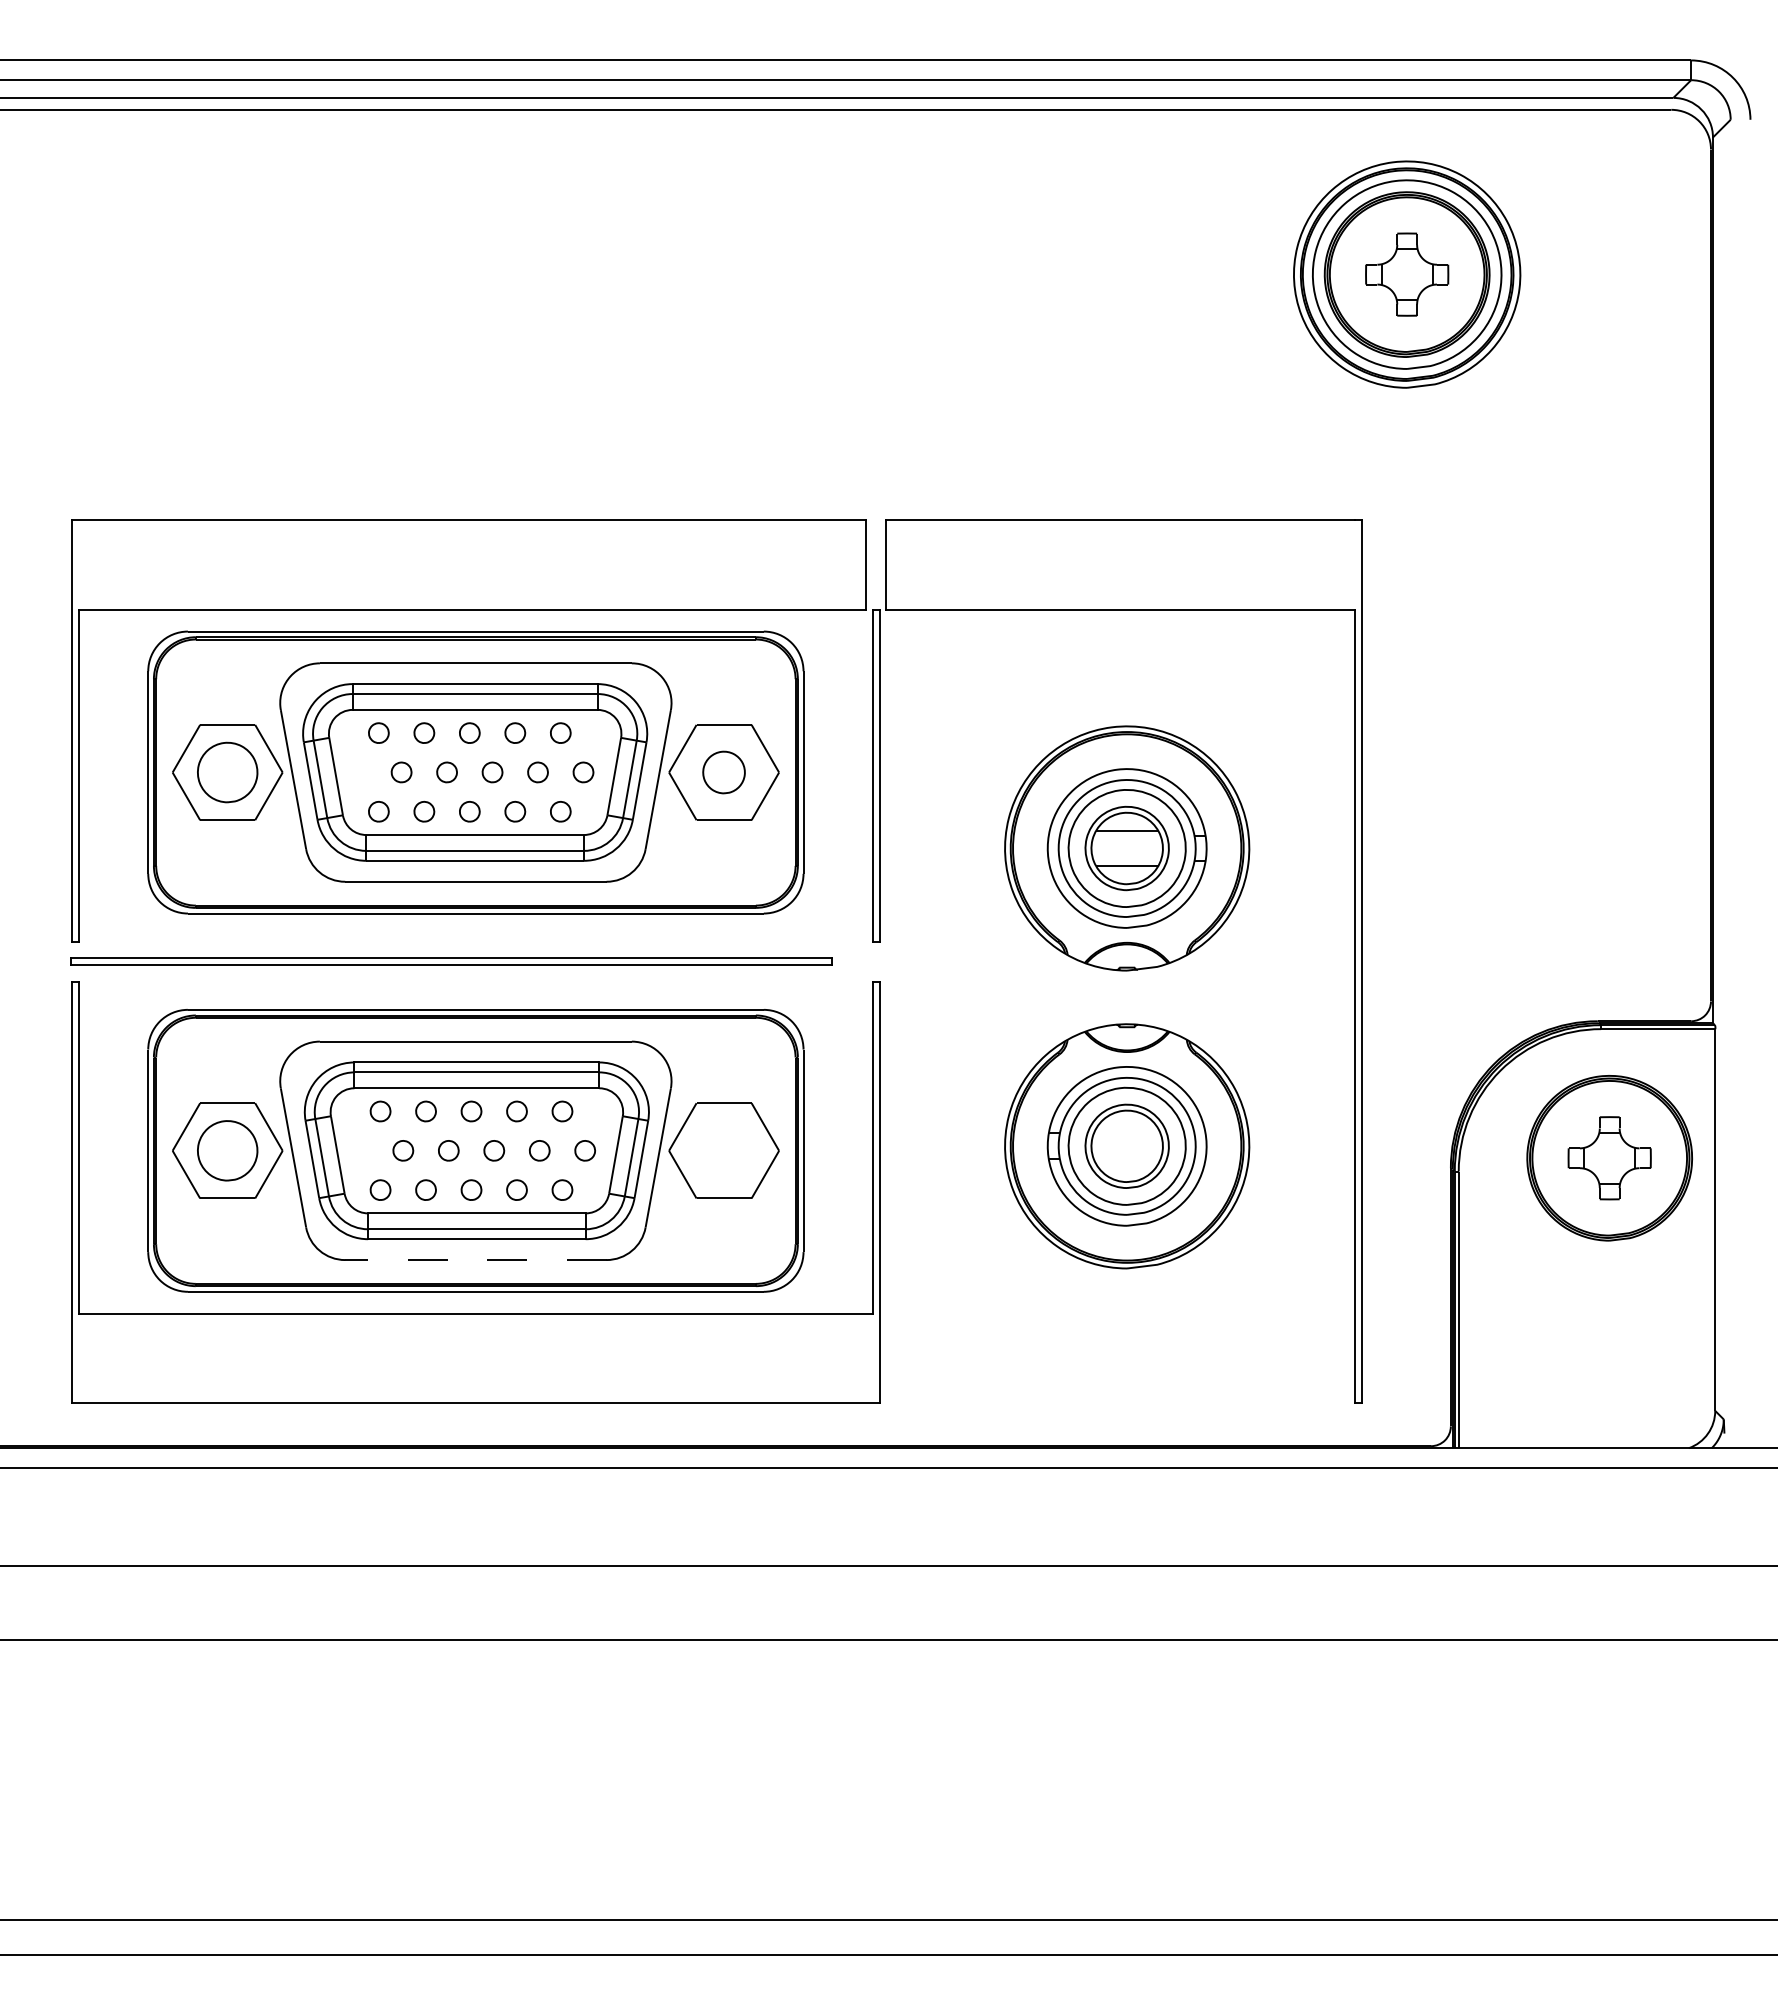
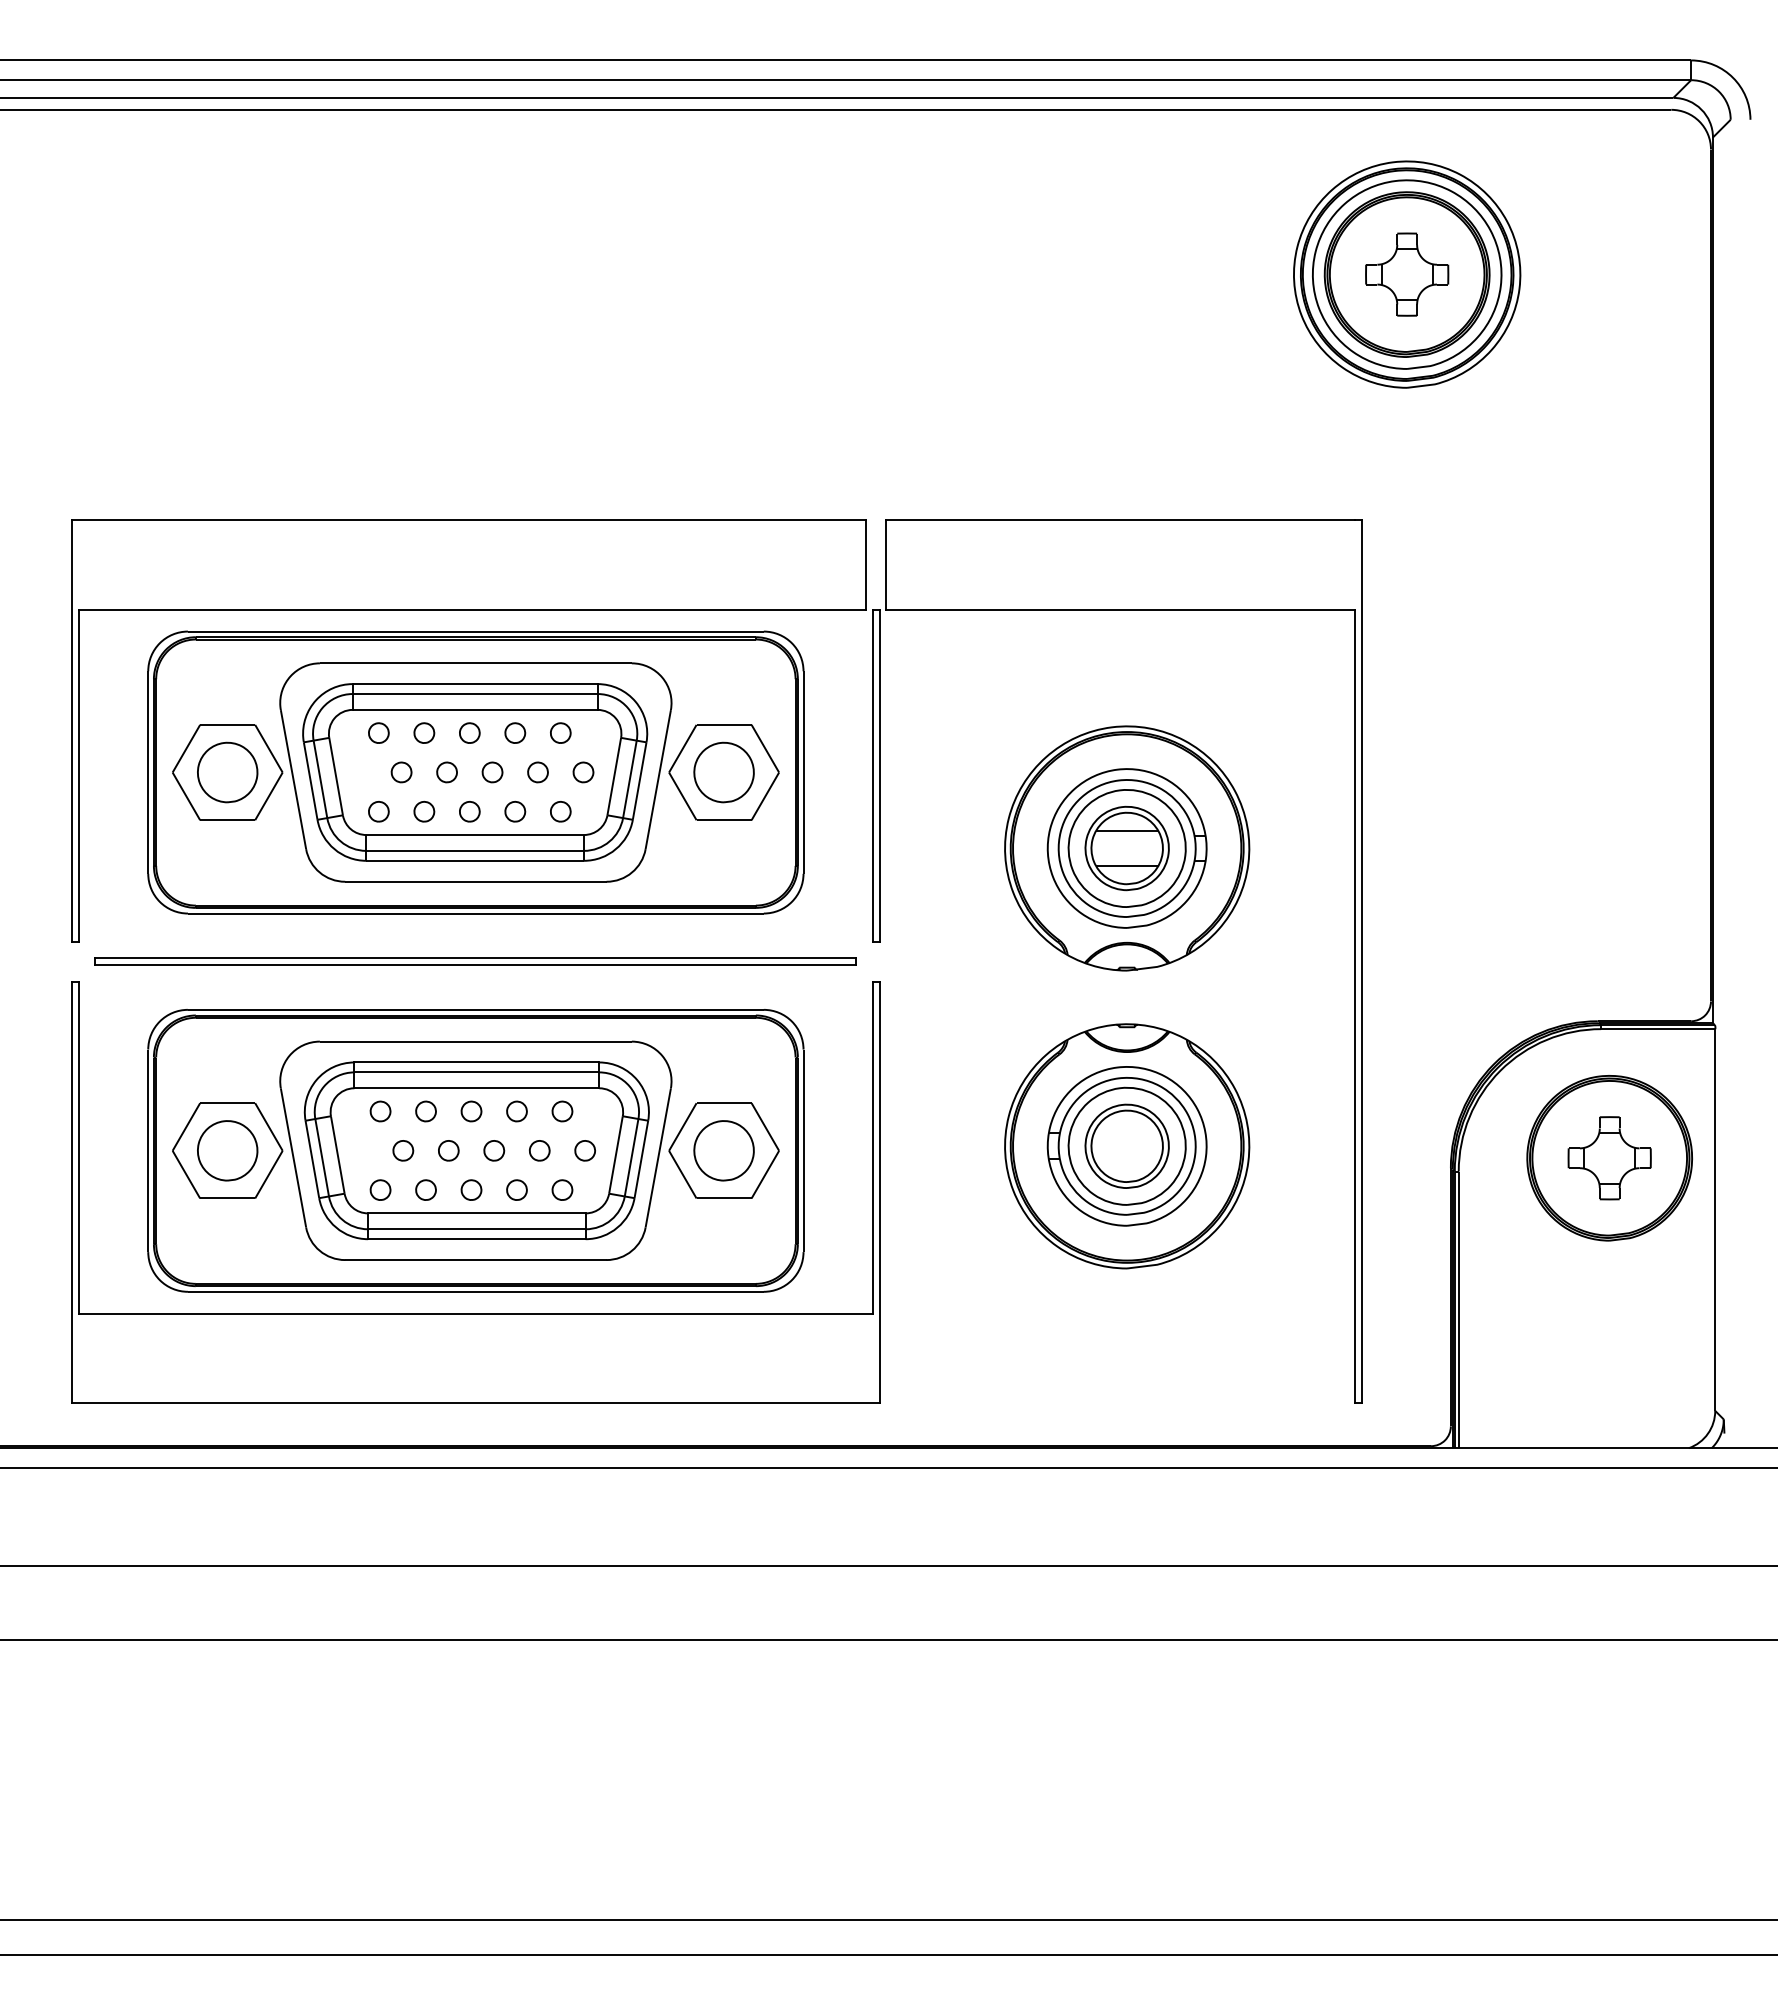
part at (723, 772) size: 44x45 px -> 62x63 px
part at (451, 961) position: (451, 961) -> (475, 961)
part at (723, 1150): none -> present
line at (475, 1260): dashed -> solid
